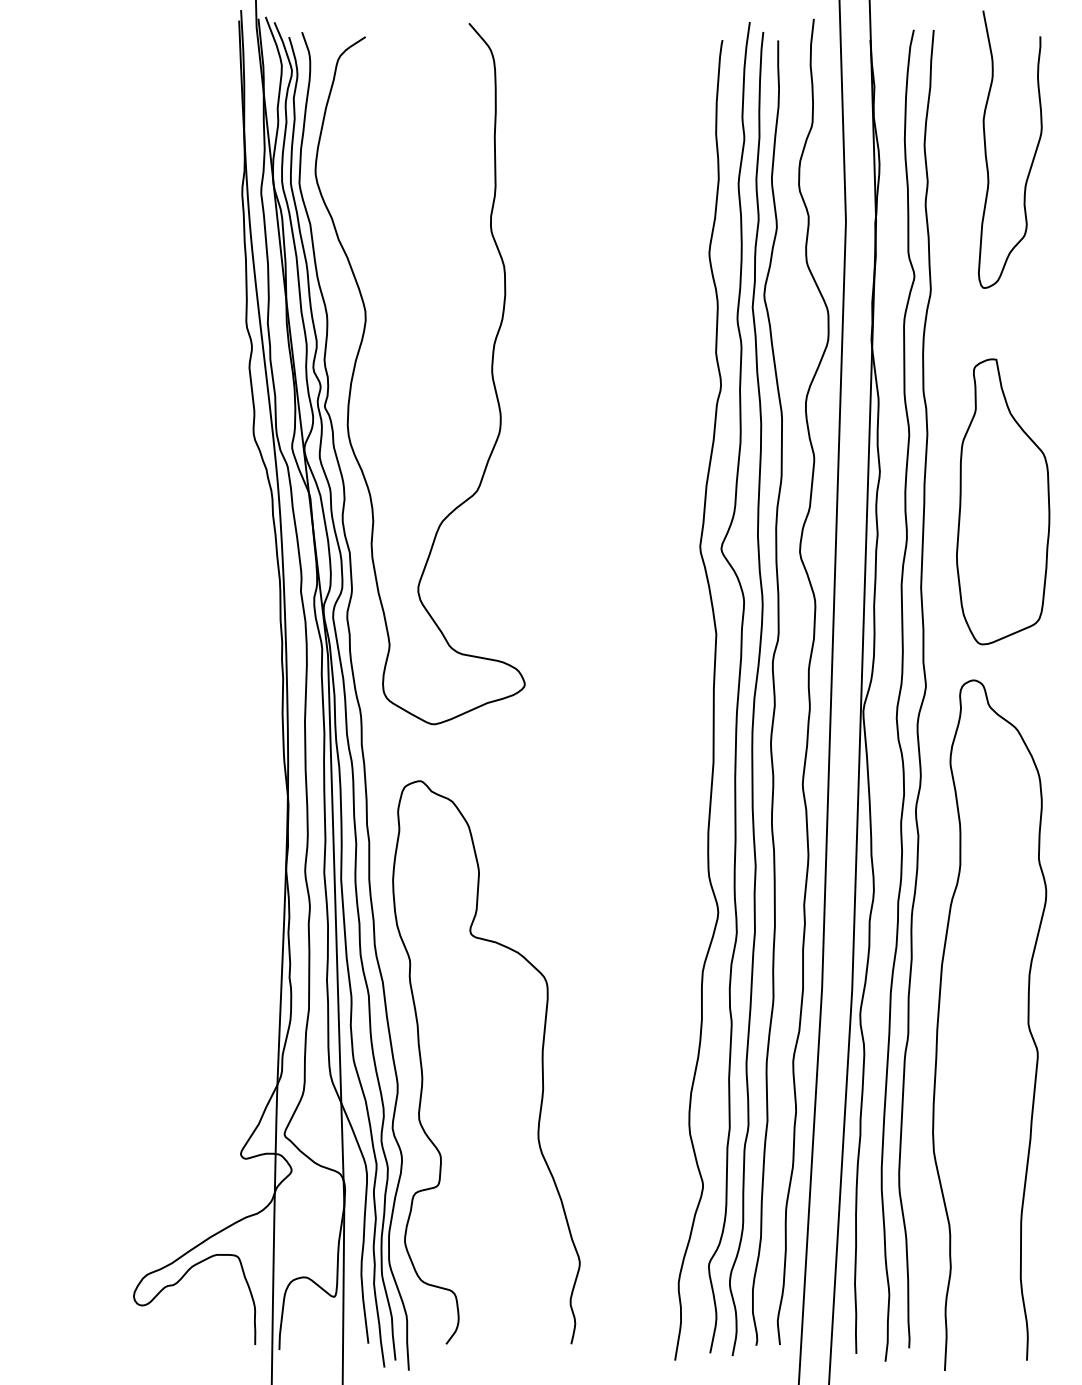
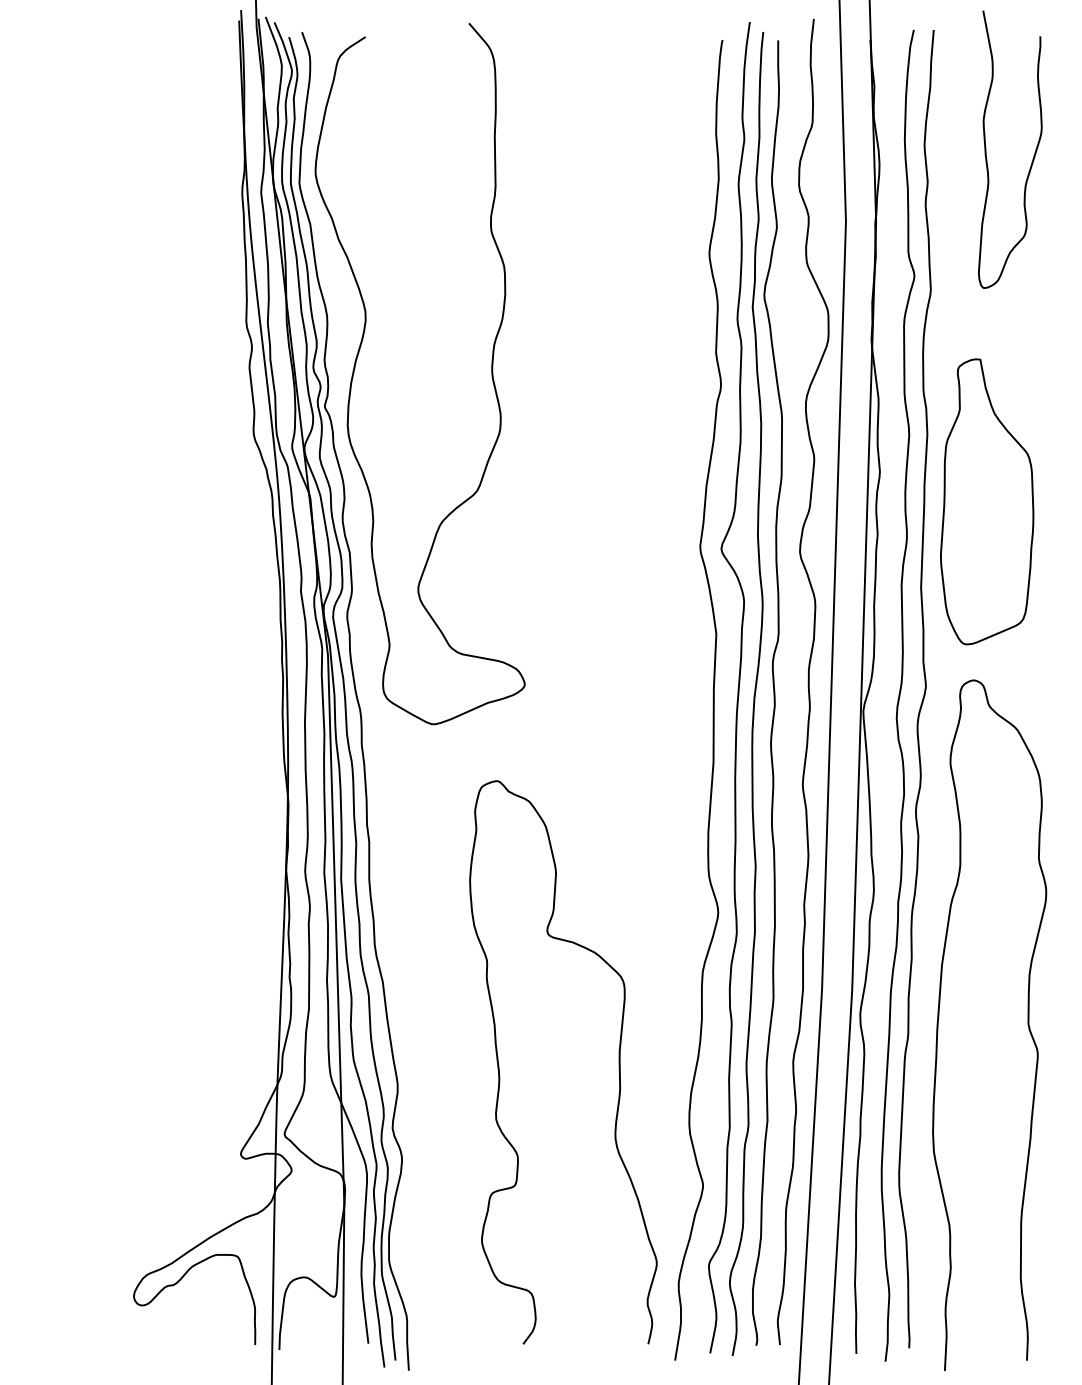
part at (1003, 501) position: (1003, 501) -> (987, 501)
curve at (541, 1062) position: (541, 1062) -> (618, 1062)
